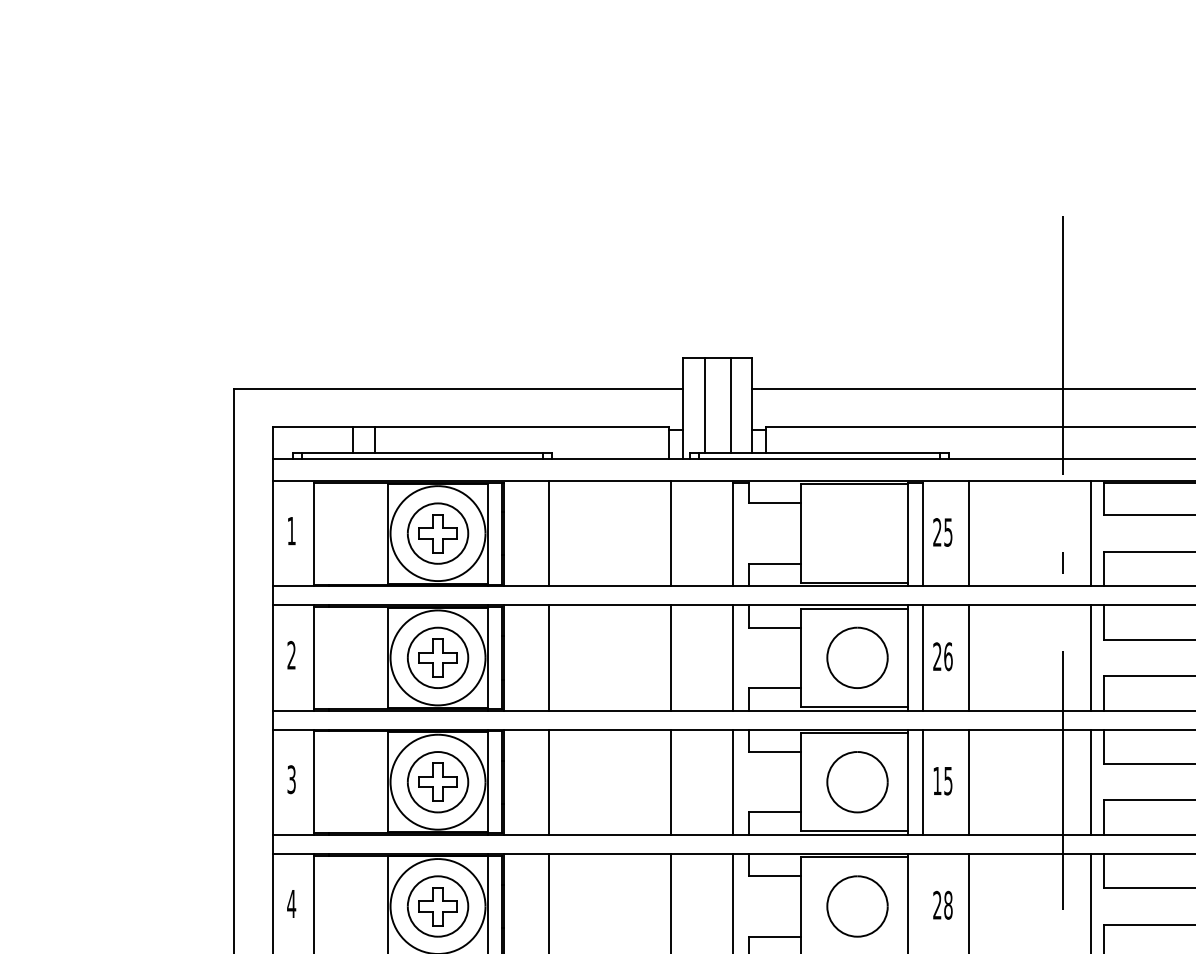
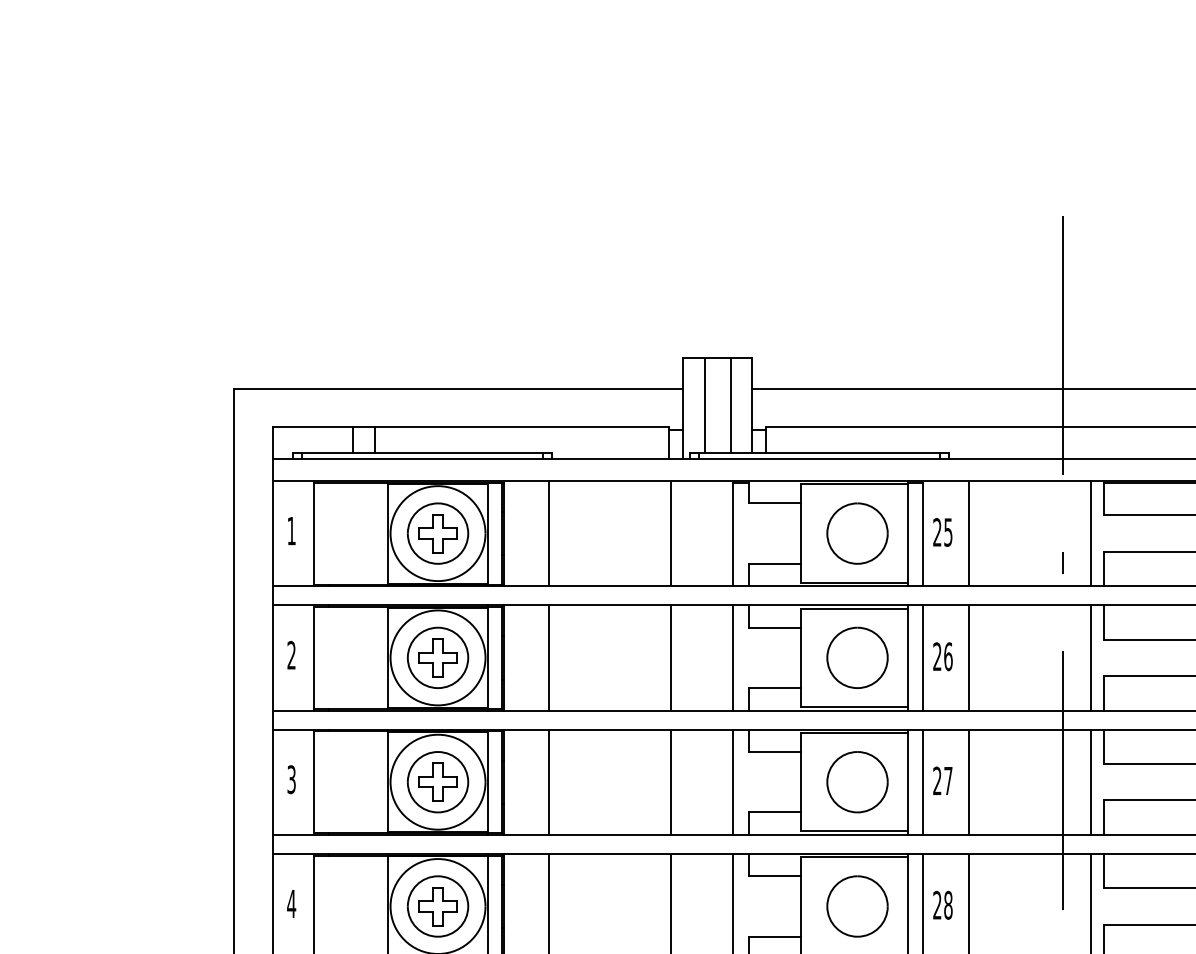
part at (857, 533): none -> present
text at (942, 780): 15 -> 27
line at (923, 901): none -> present
